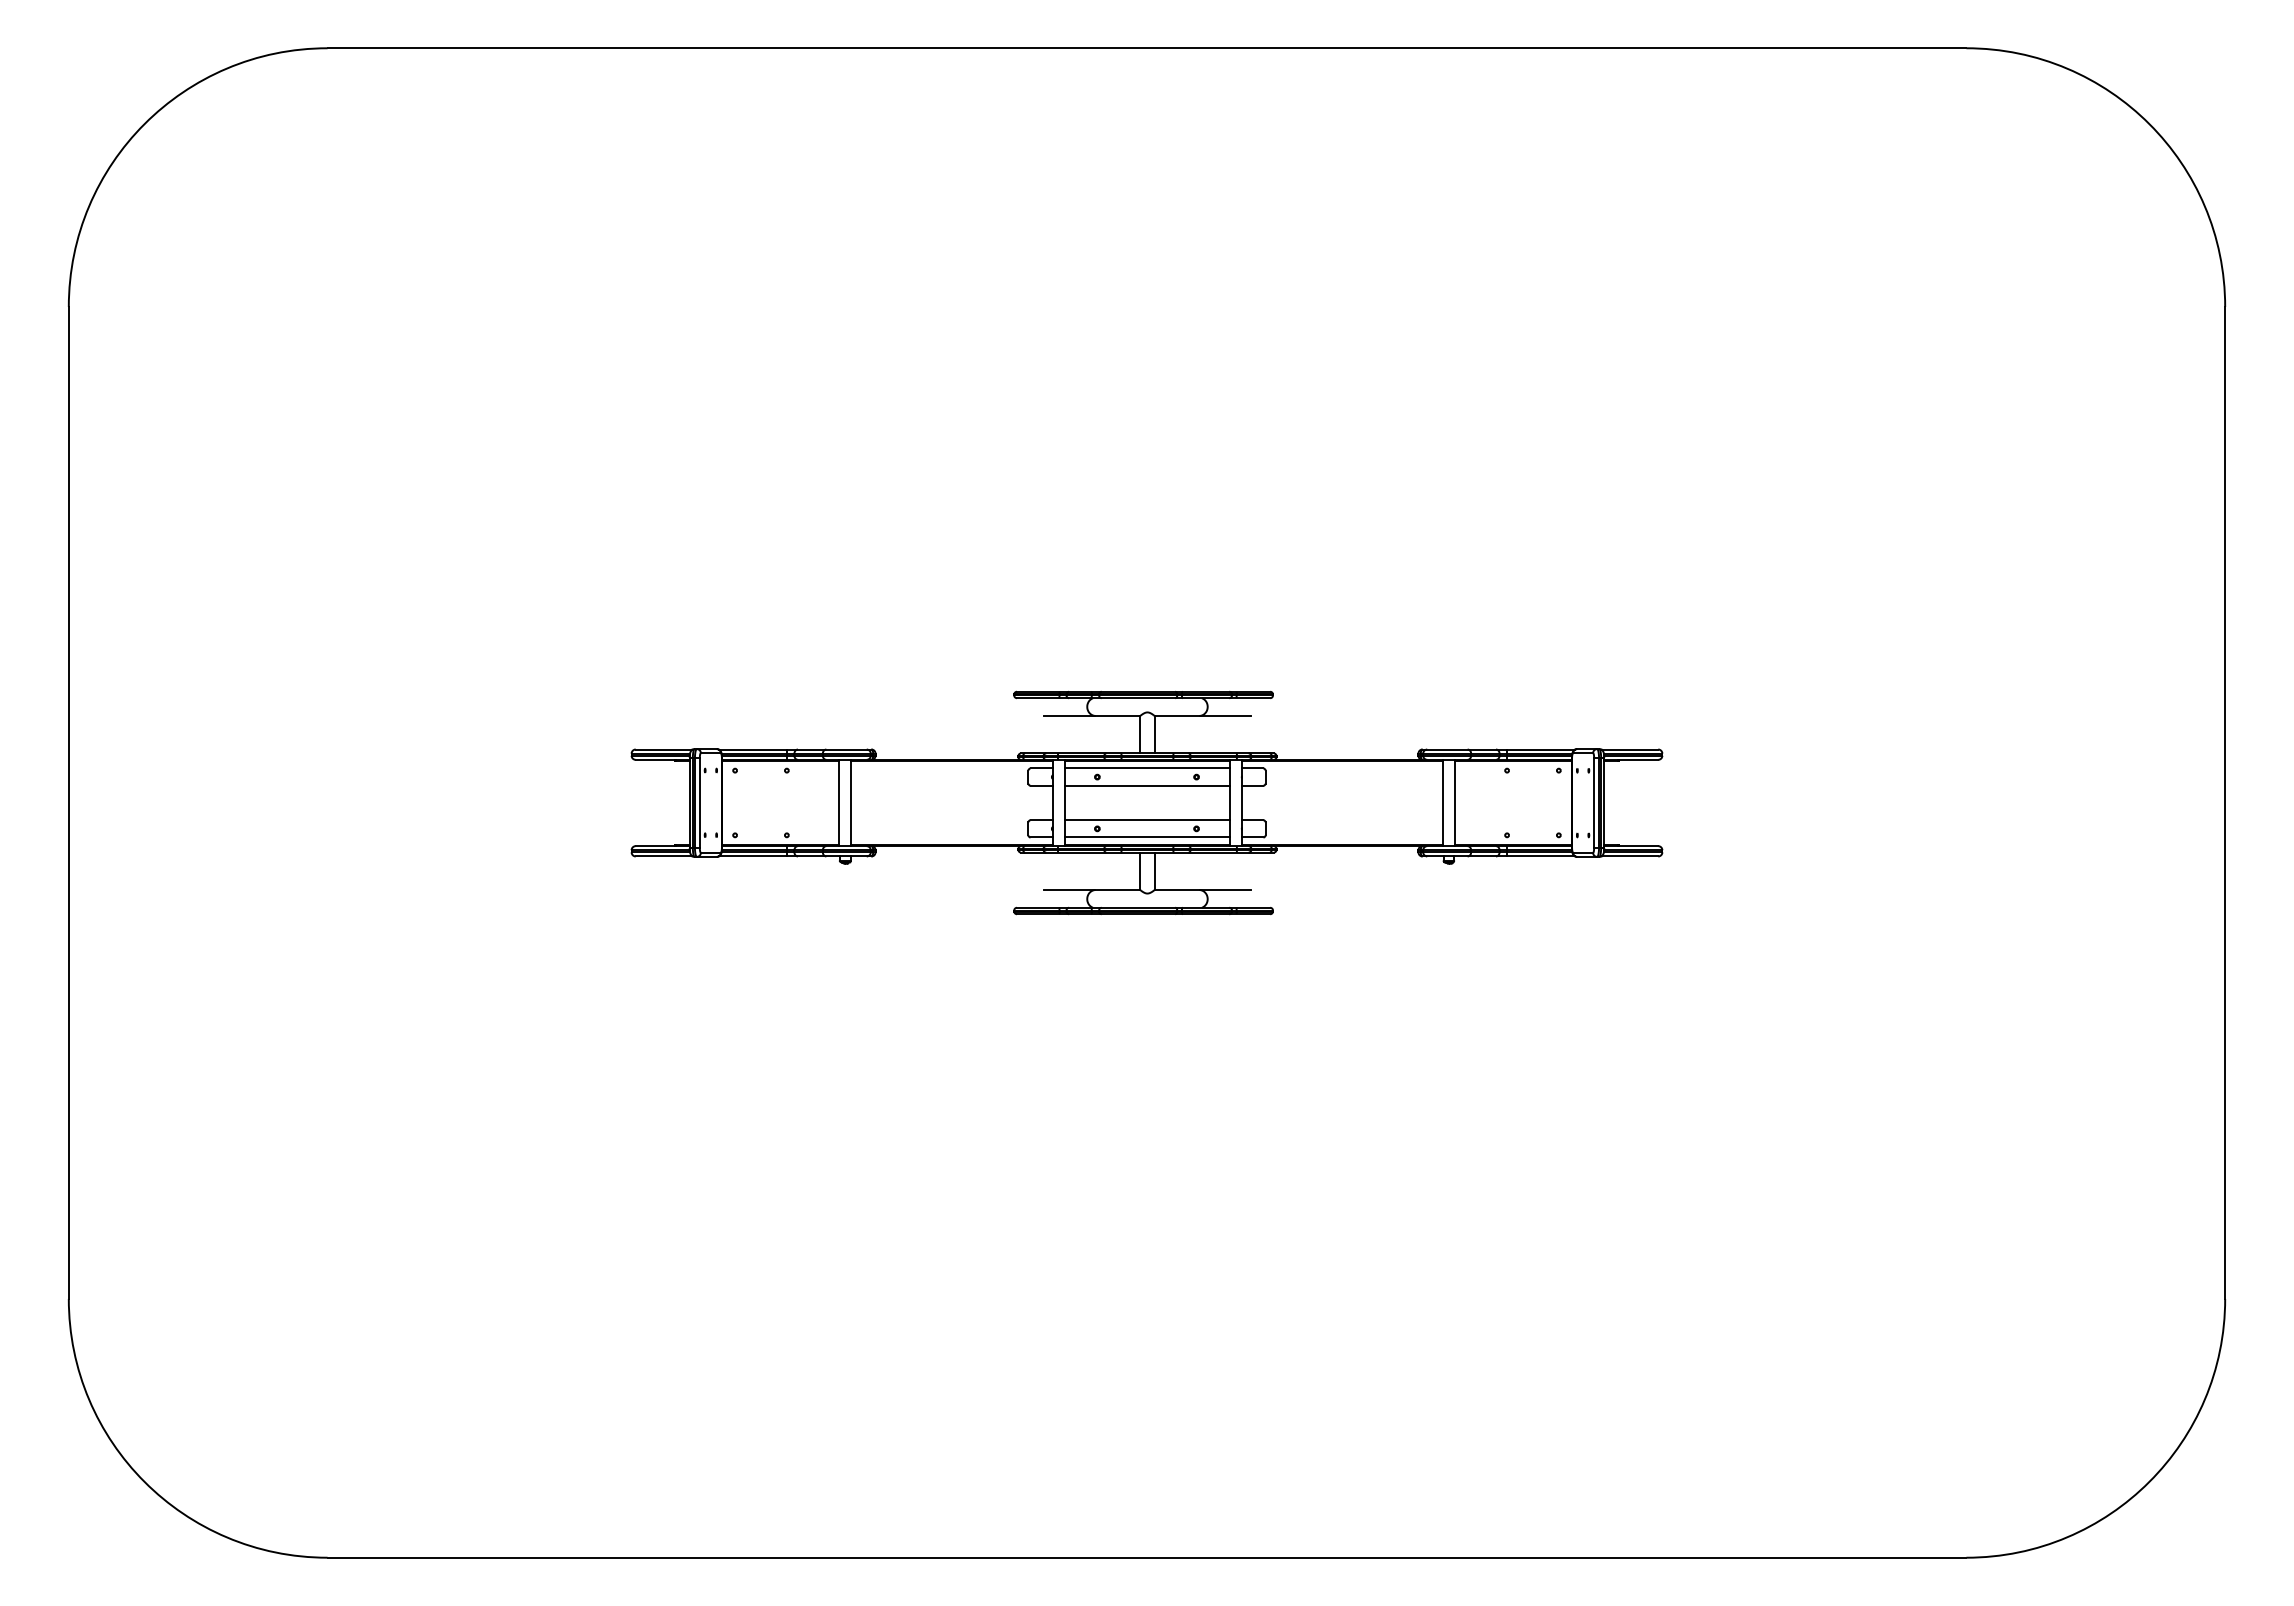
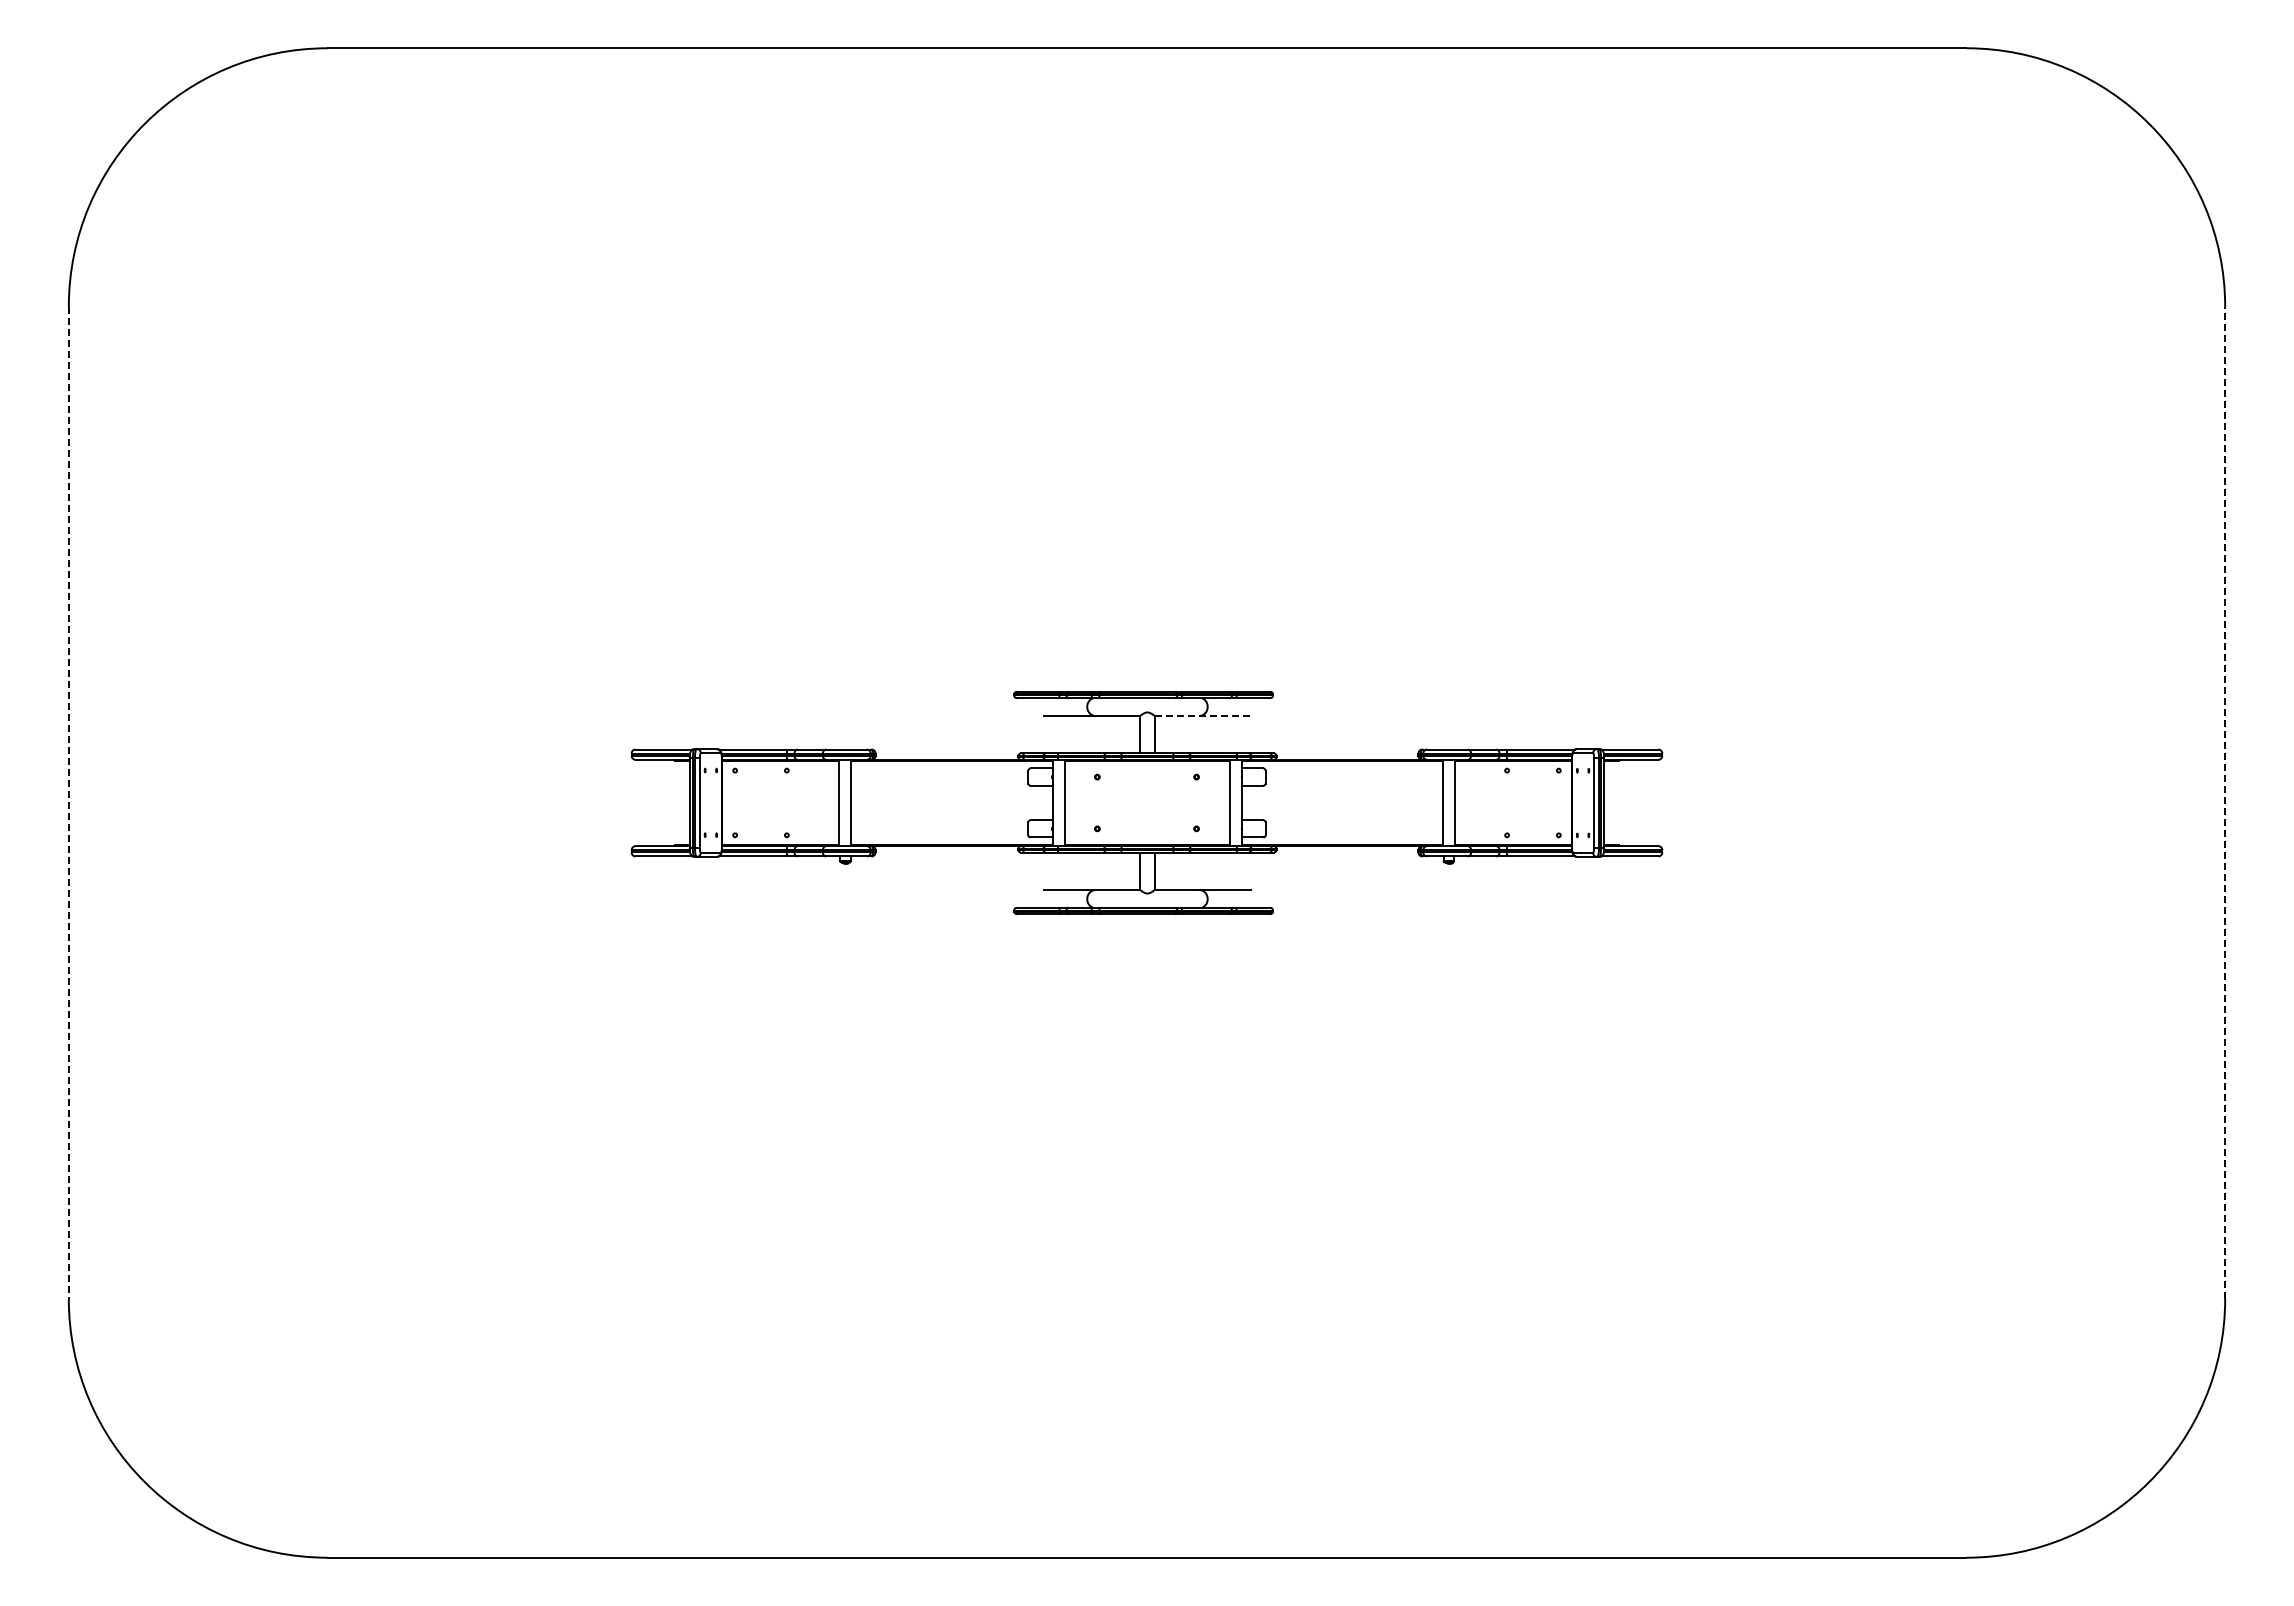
line at (1202, 715): solid -> dashed
line at (1147, 768): present -> none
line at (1147, 785): present -> none
line at (68, 802): solid -> dashed
line at (2225, 802): solid -> dashed
line at (1147, 820): present -> none
line at (1147, 837): present -> none
